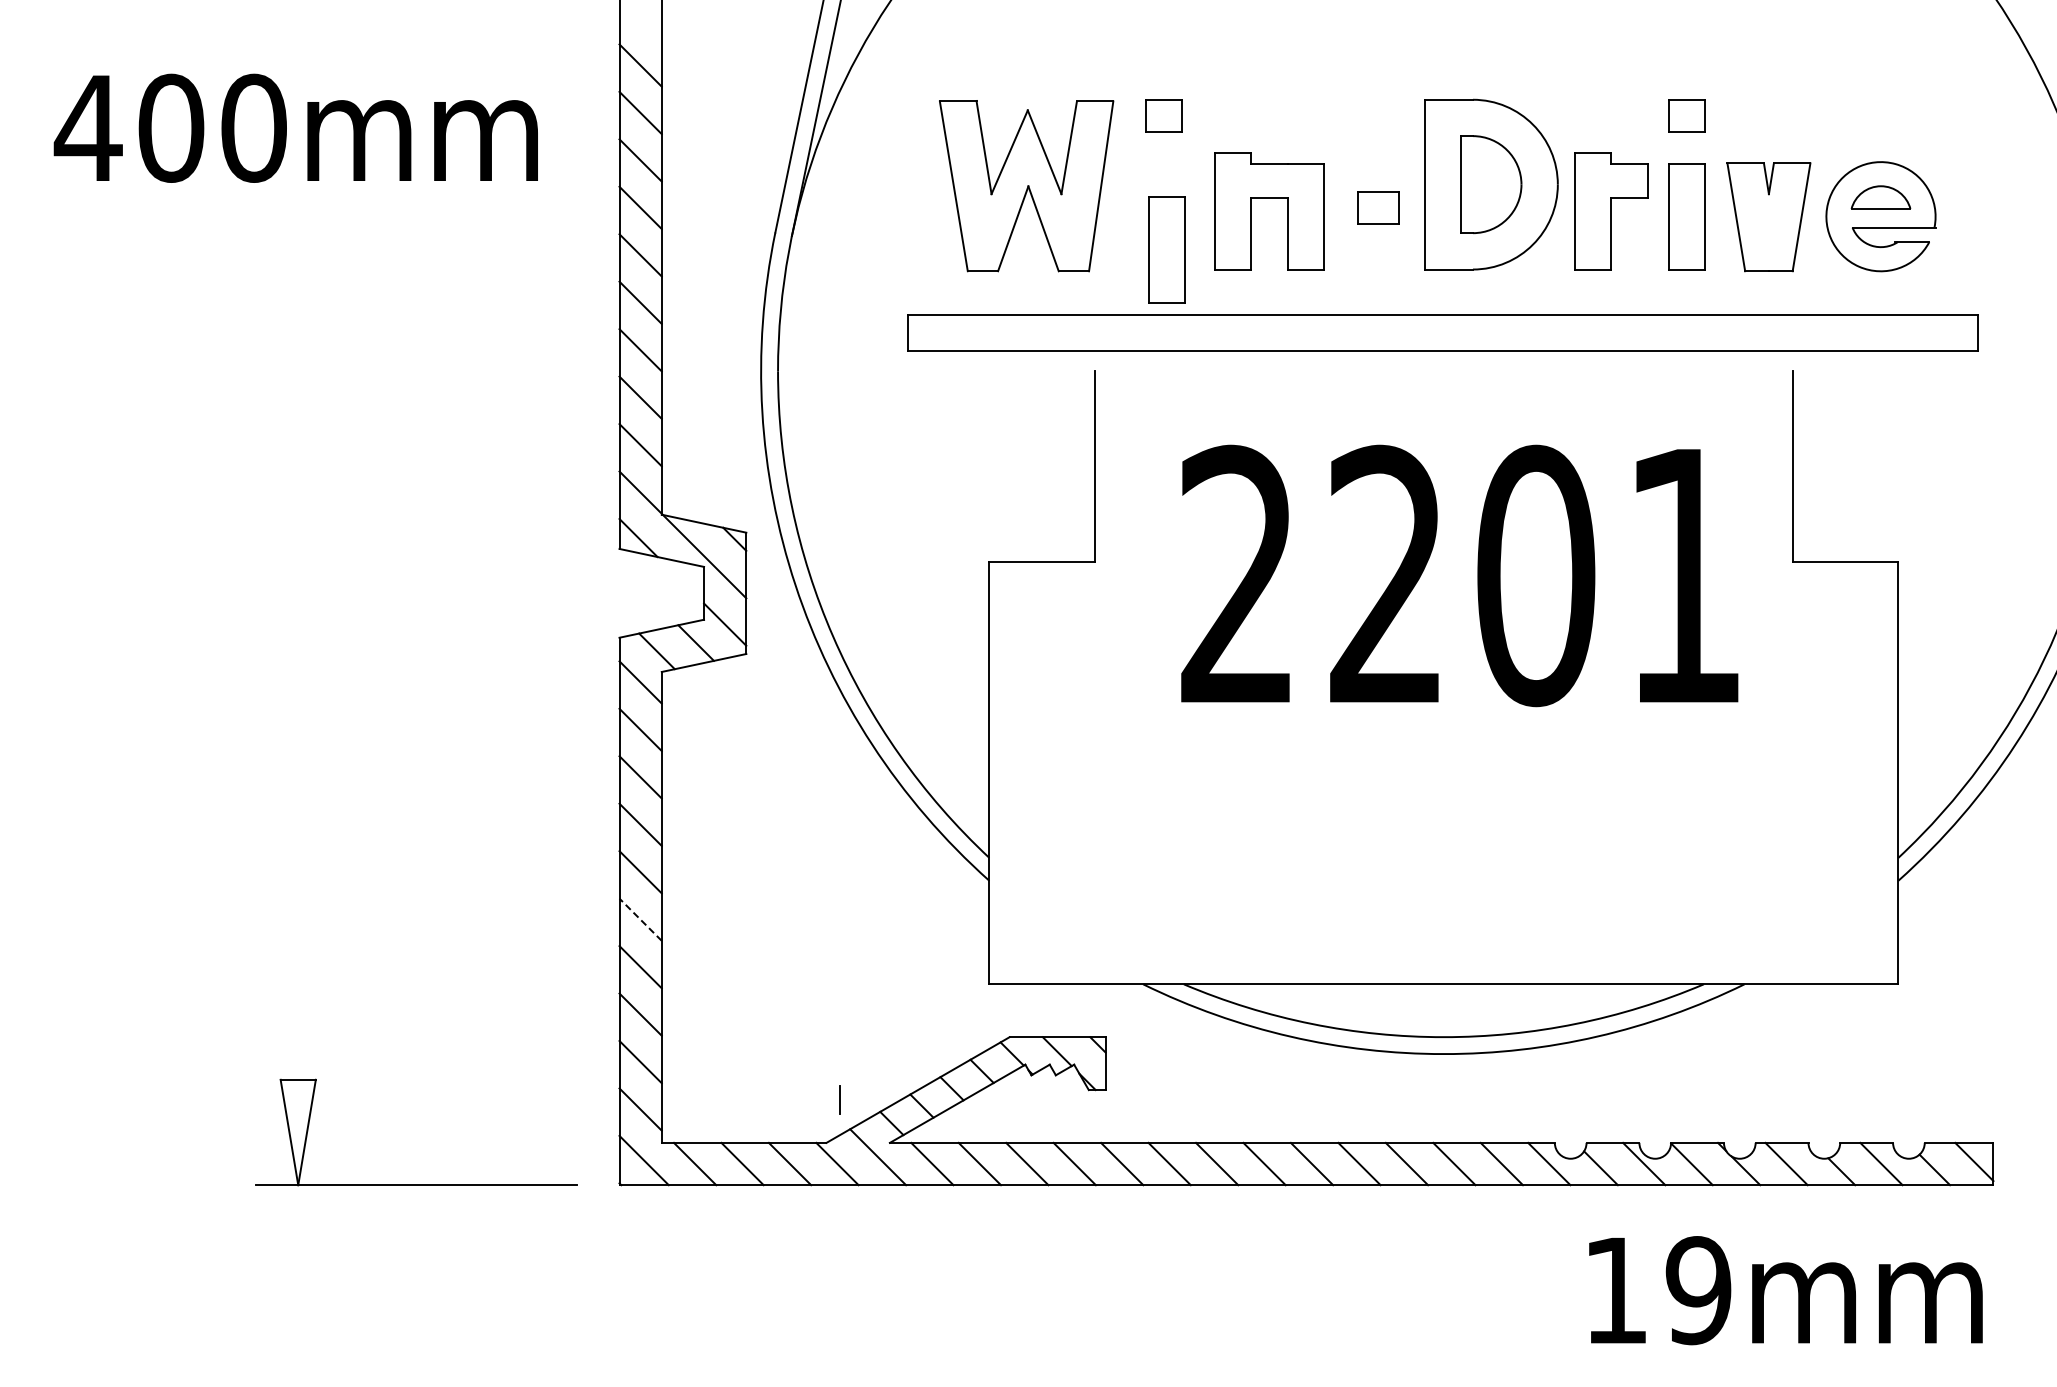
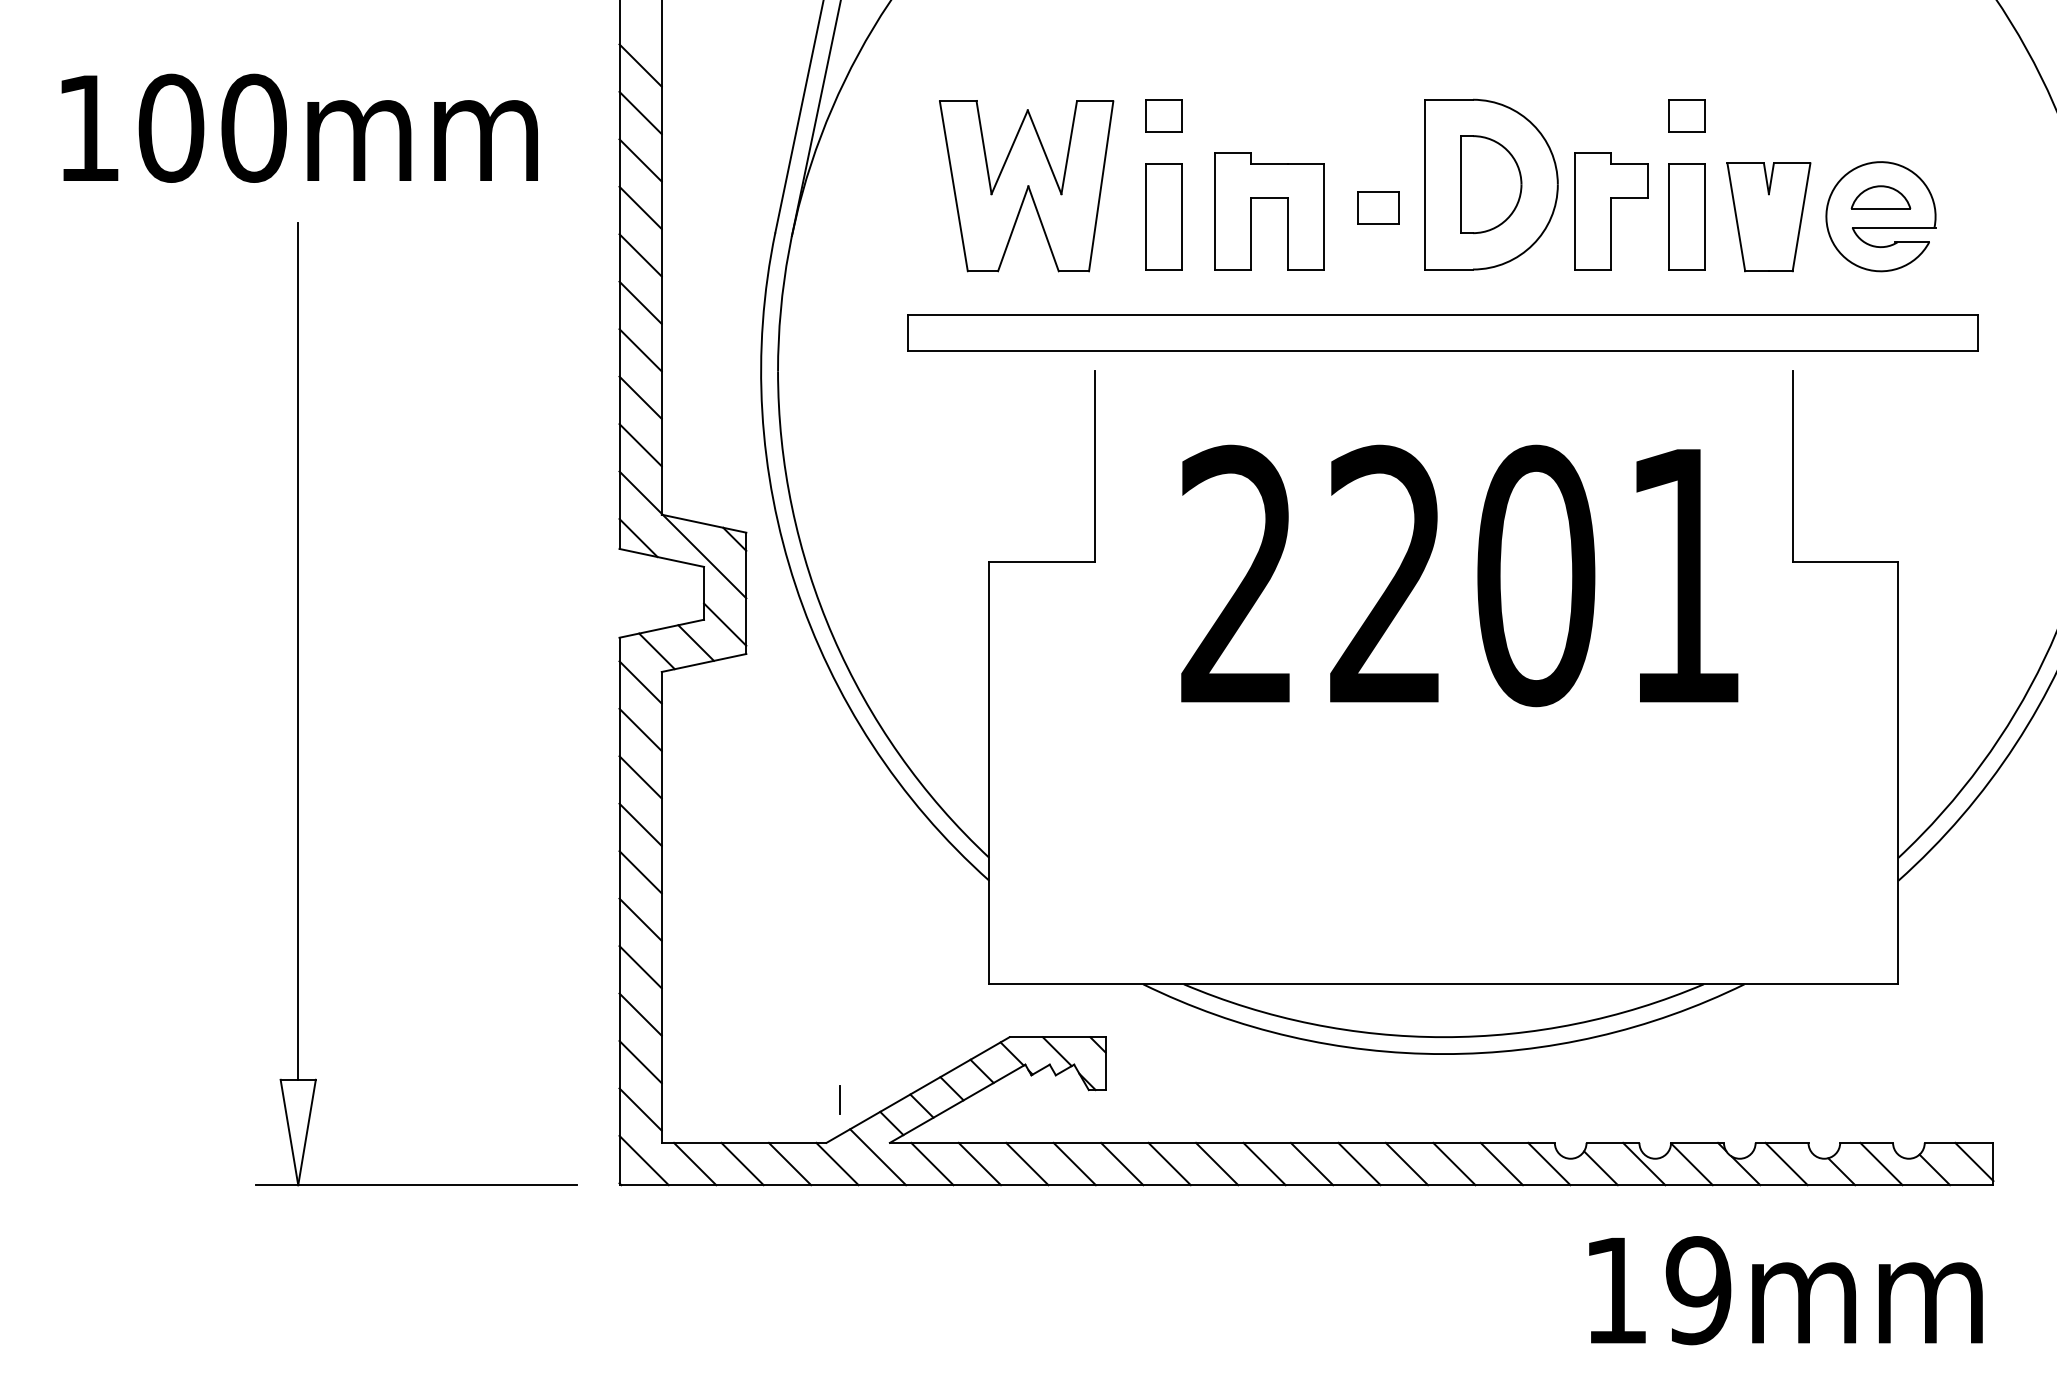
text at (87, 127): 400mm -> 100mm
part at (1166, 249) position: (1166, 249) -> (1163, 216)
line at (298, 651): none -> present
line at (640, 919): dashed -> solid
